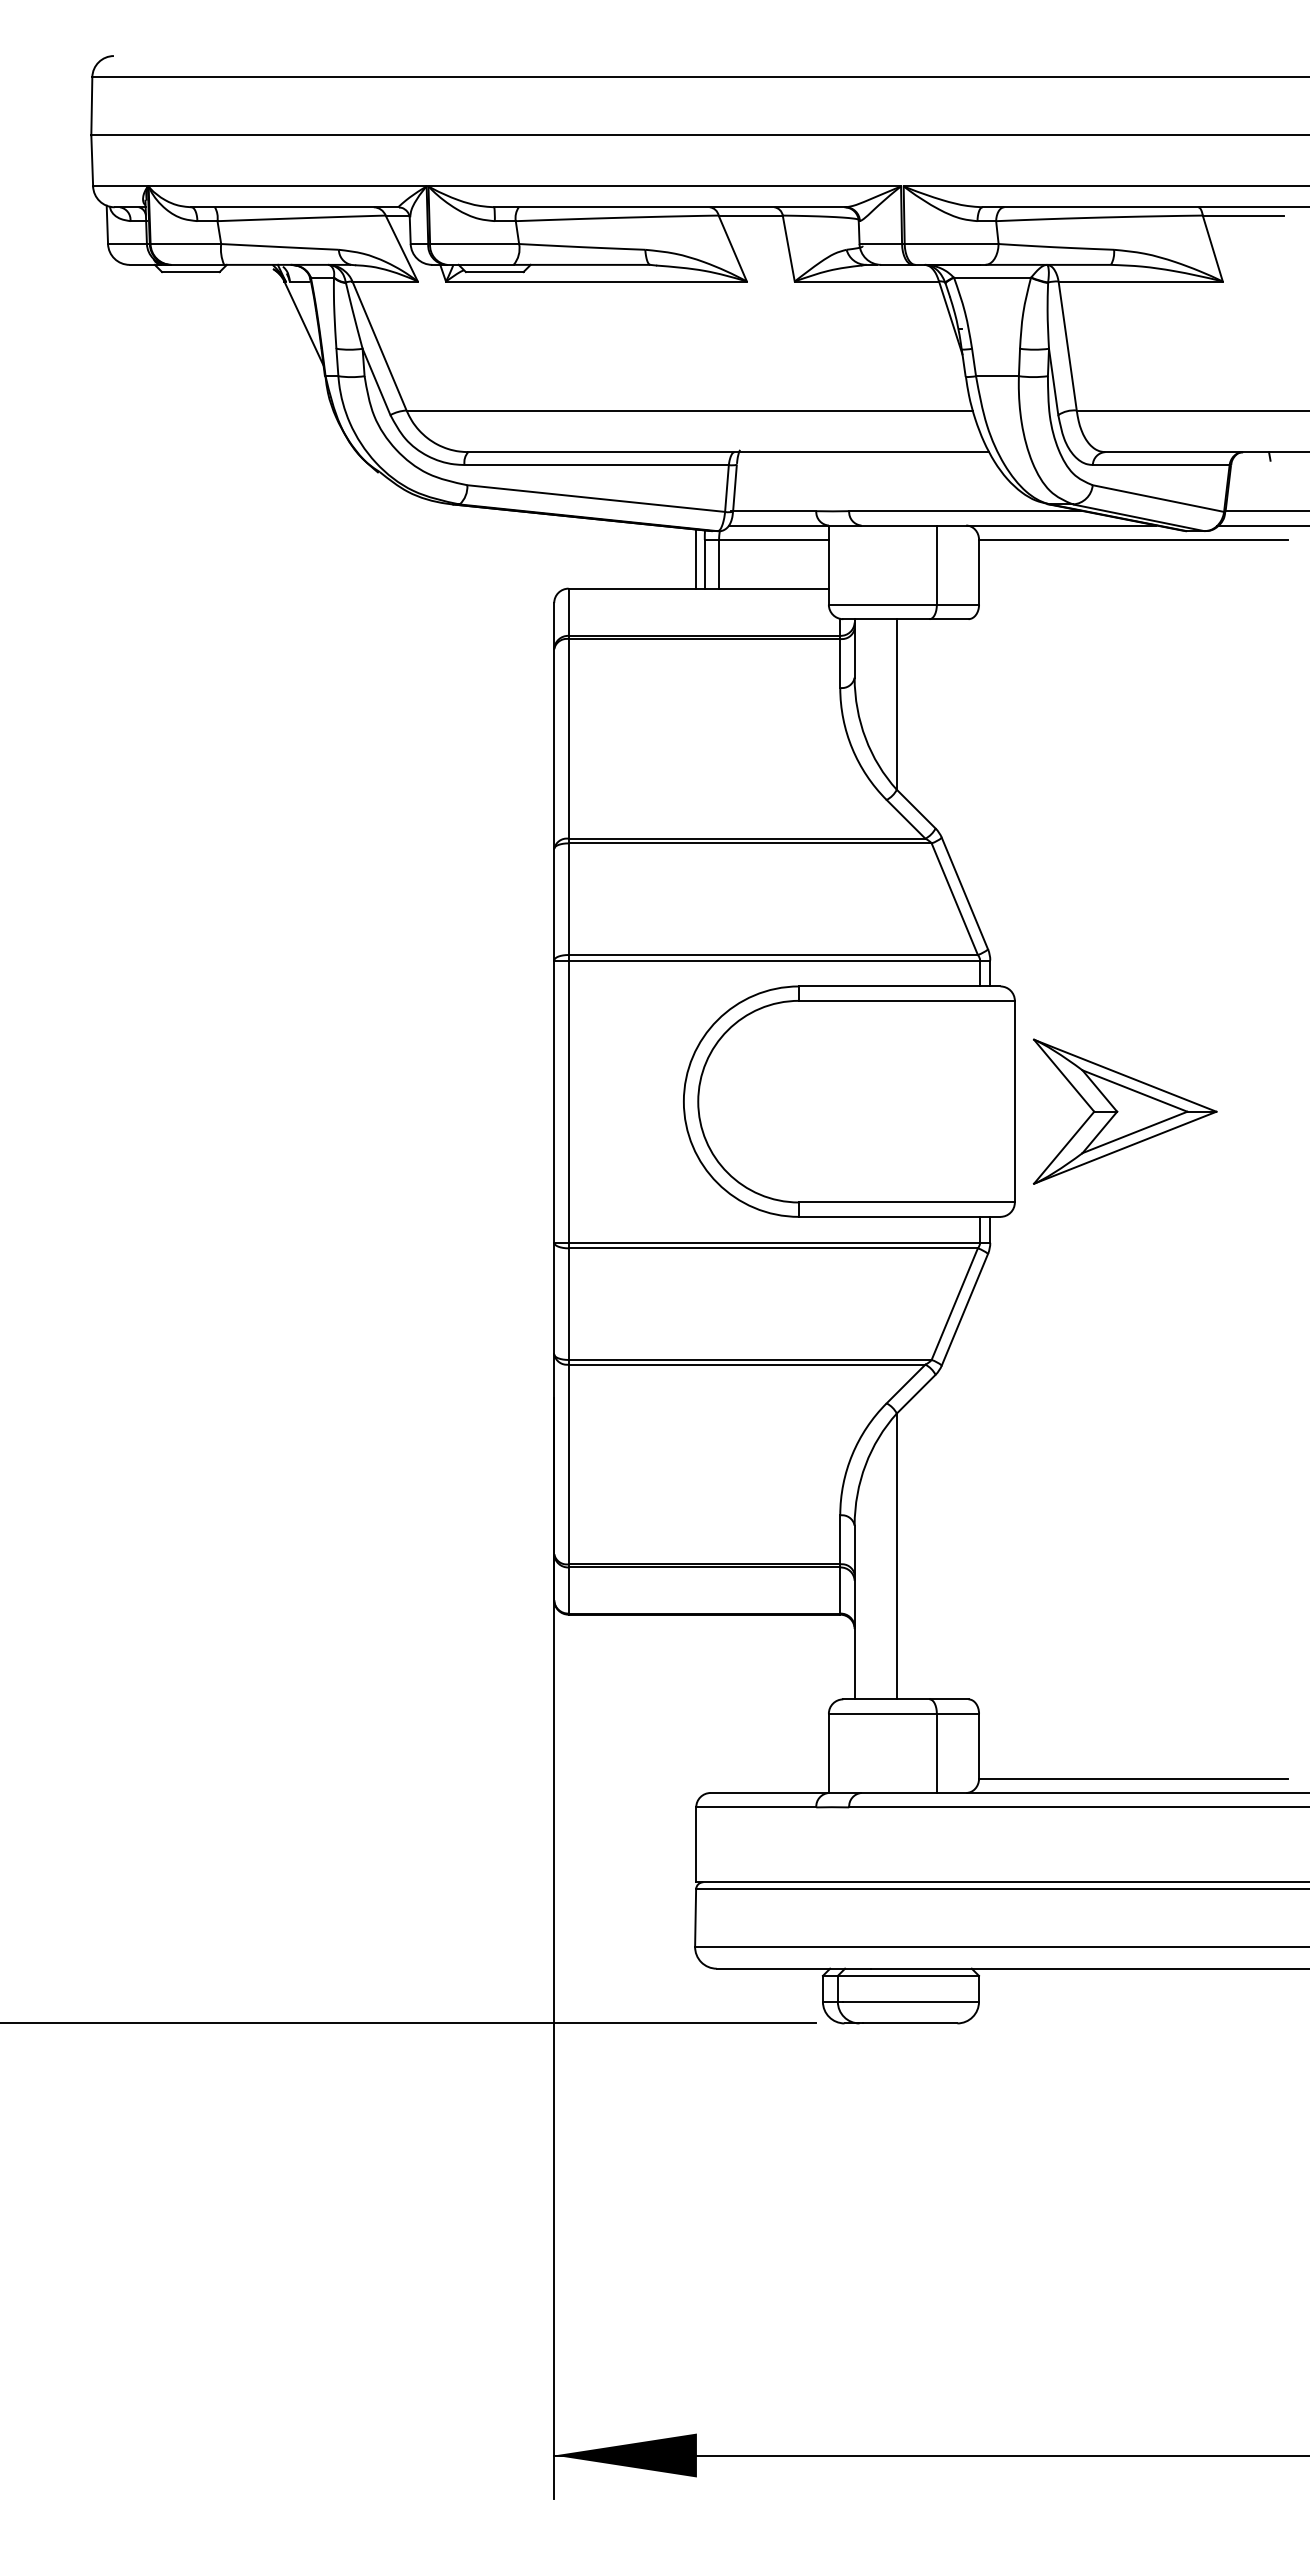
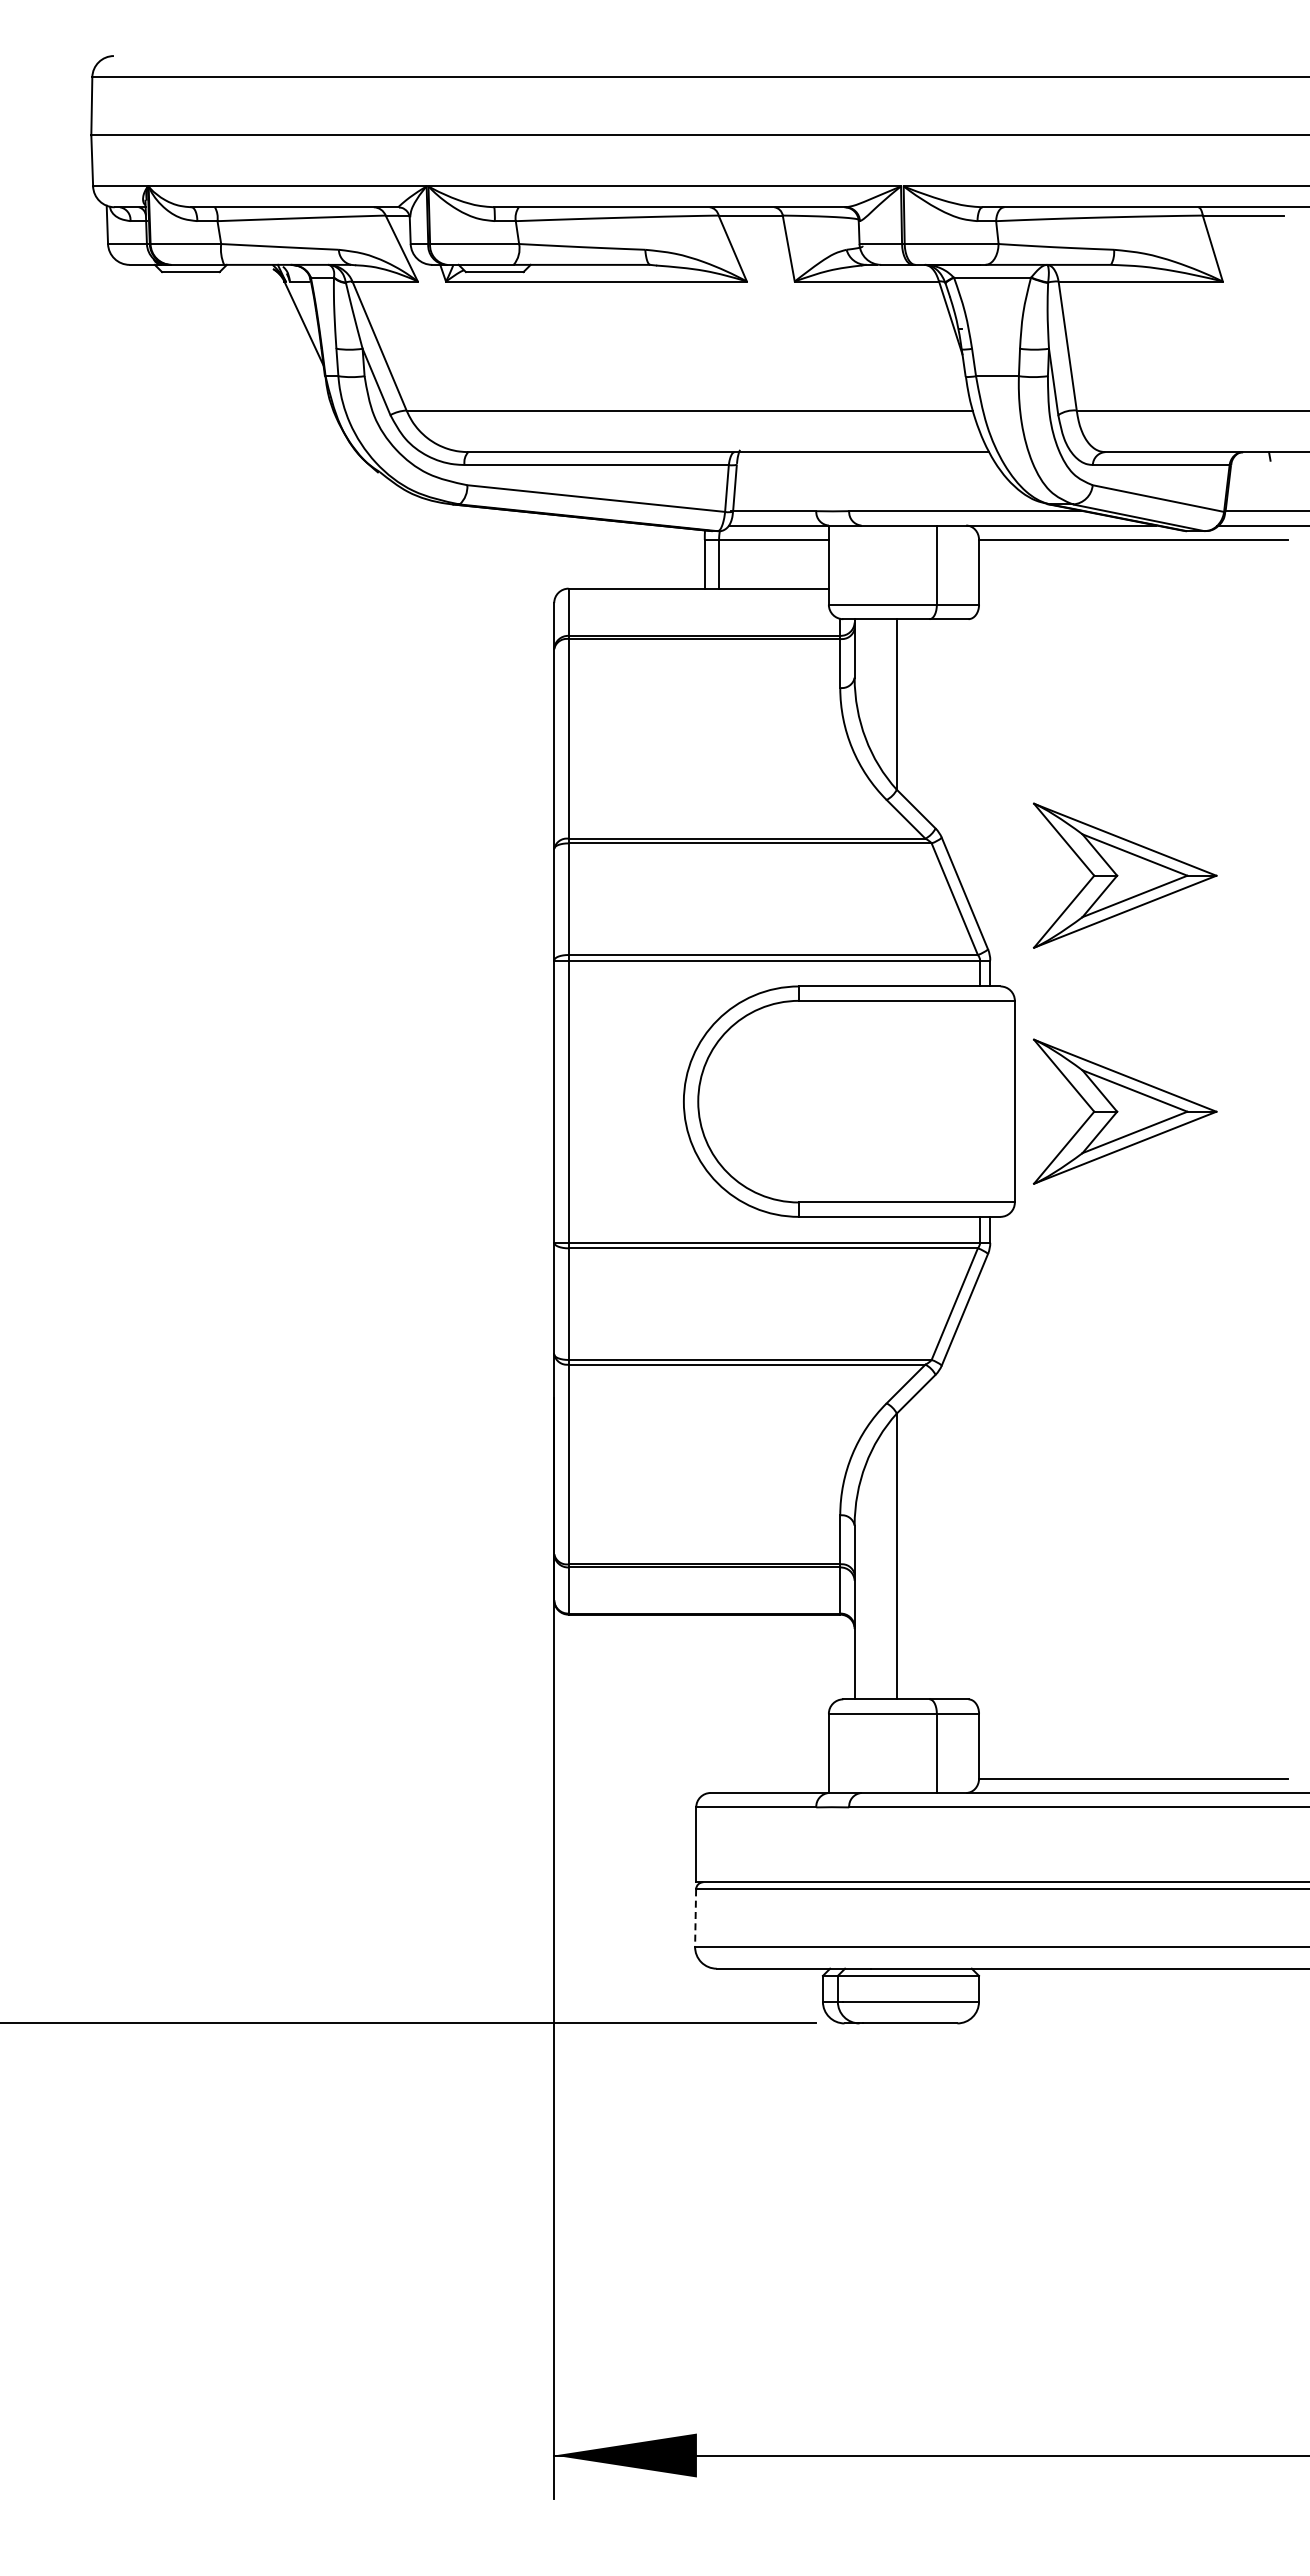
line at (696, 558): present -> none
part at (1124, 875): none -> present
line at (695, 1918): solid -> dashed
